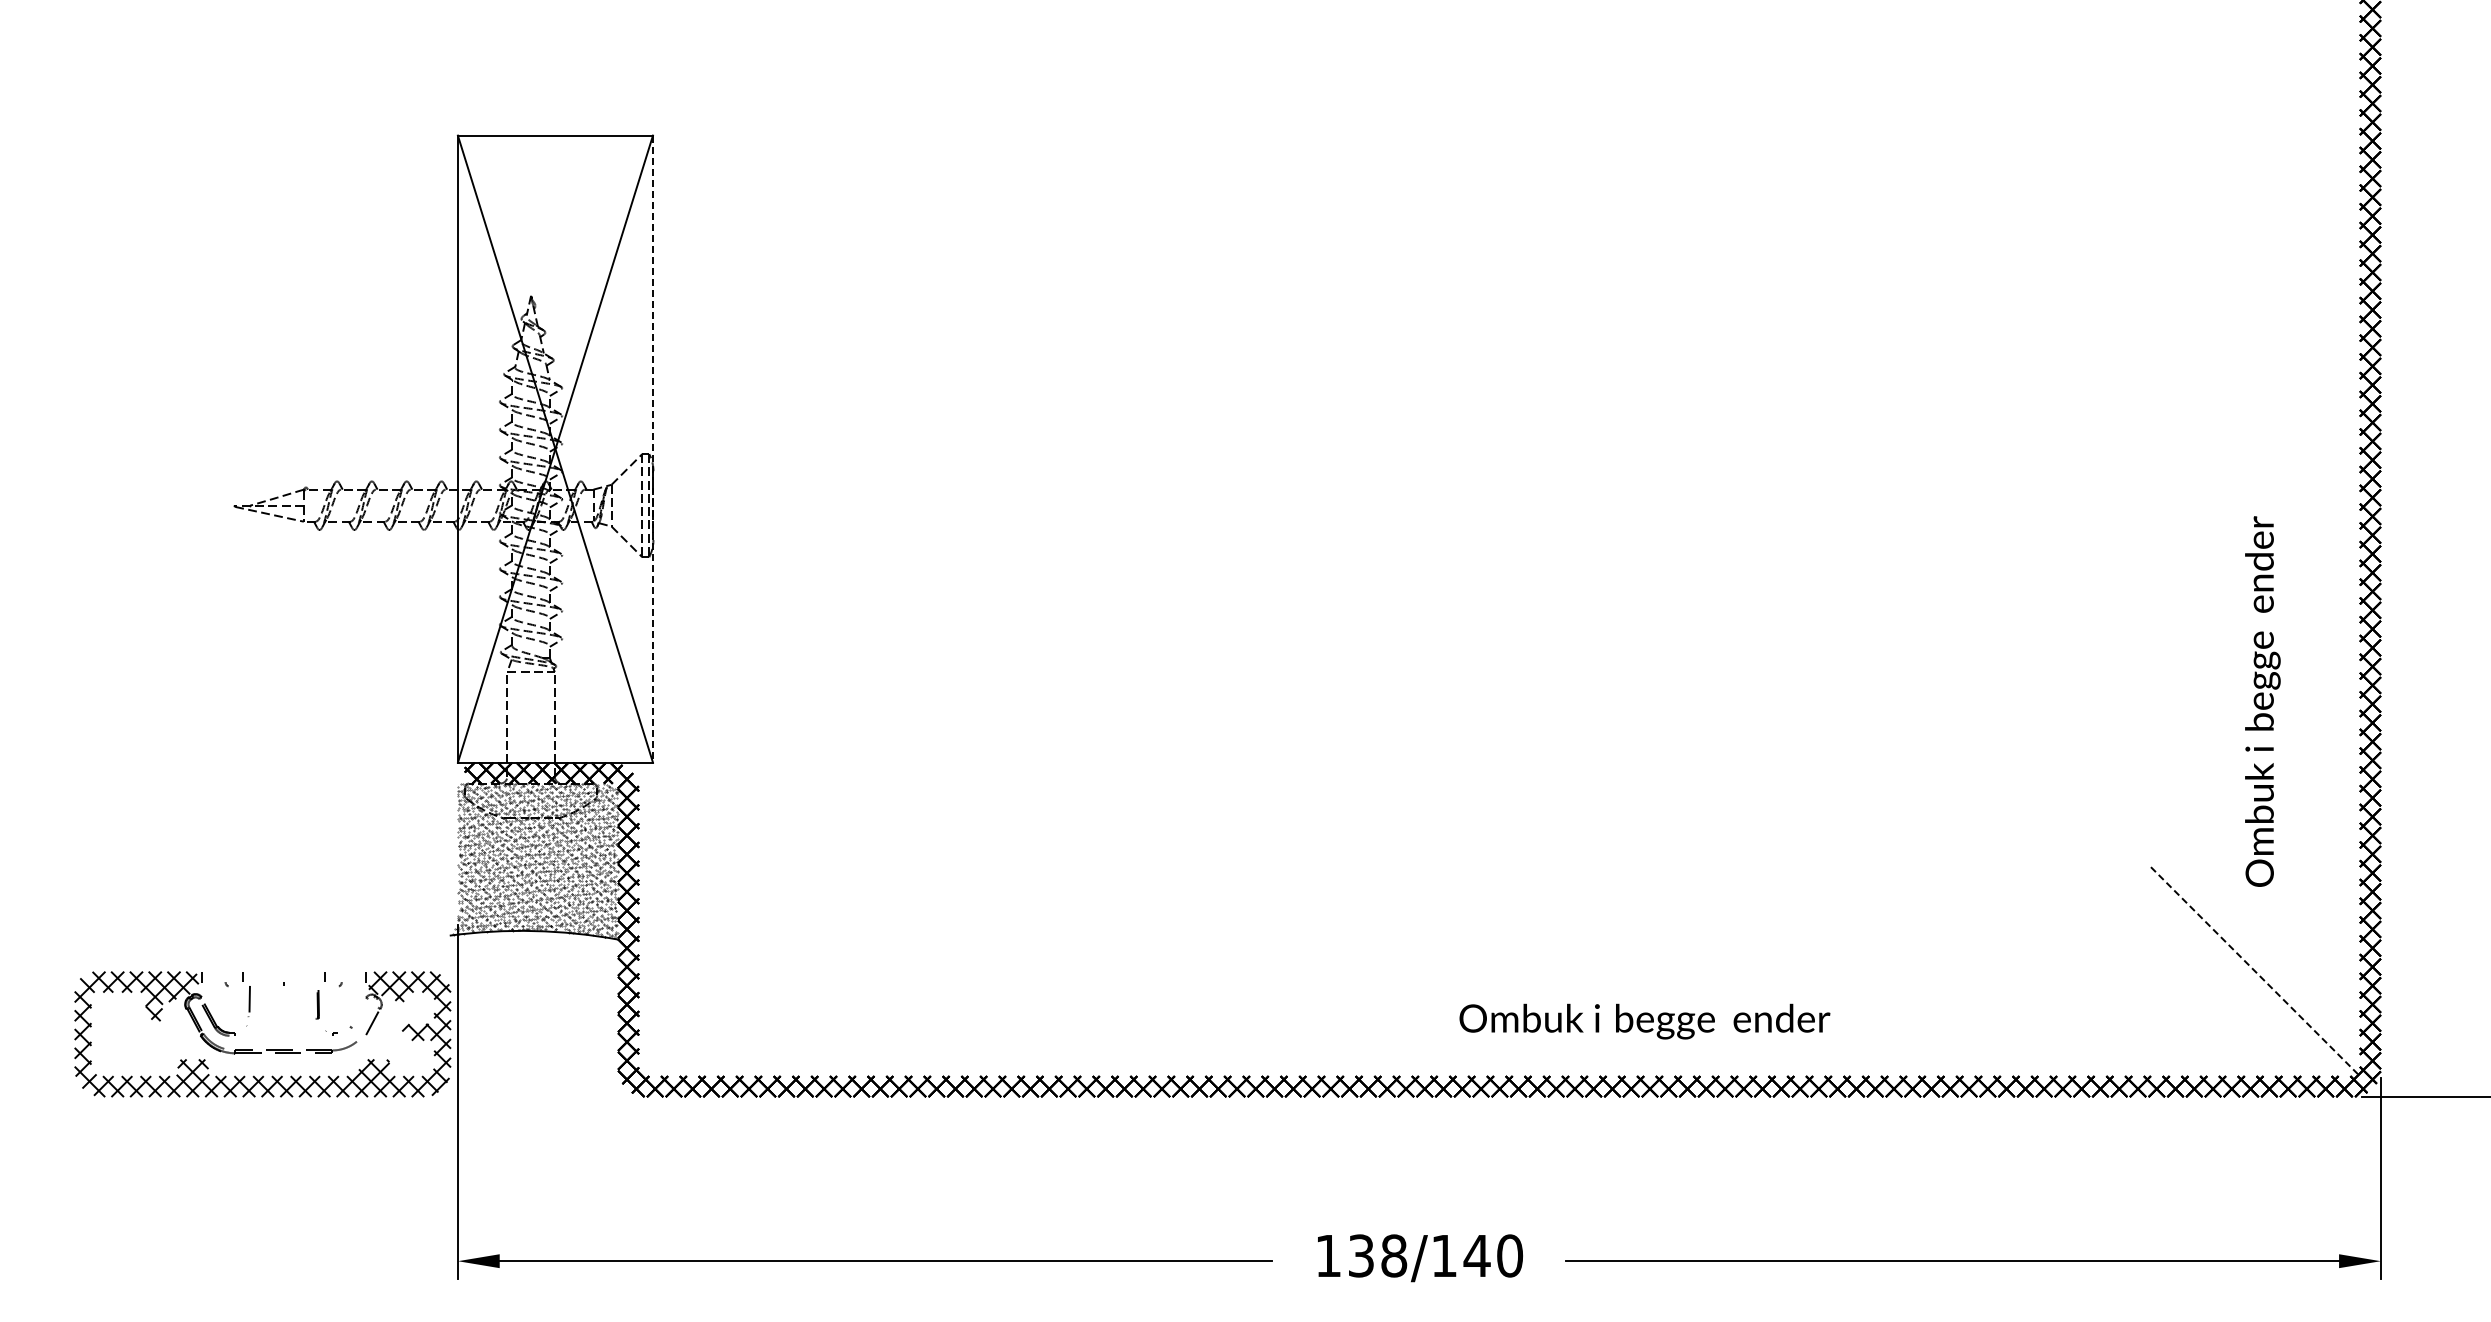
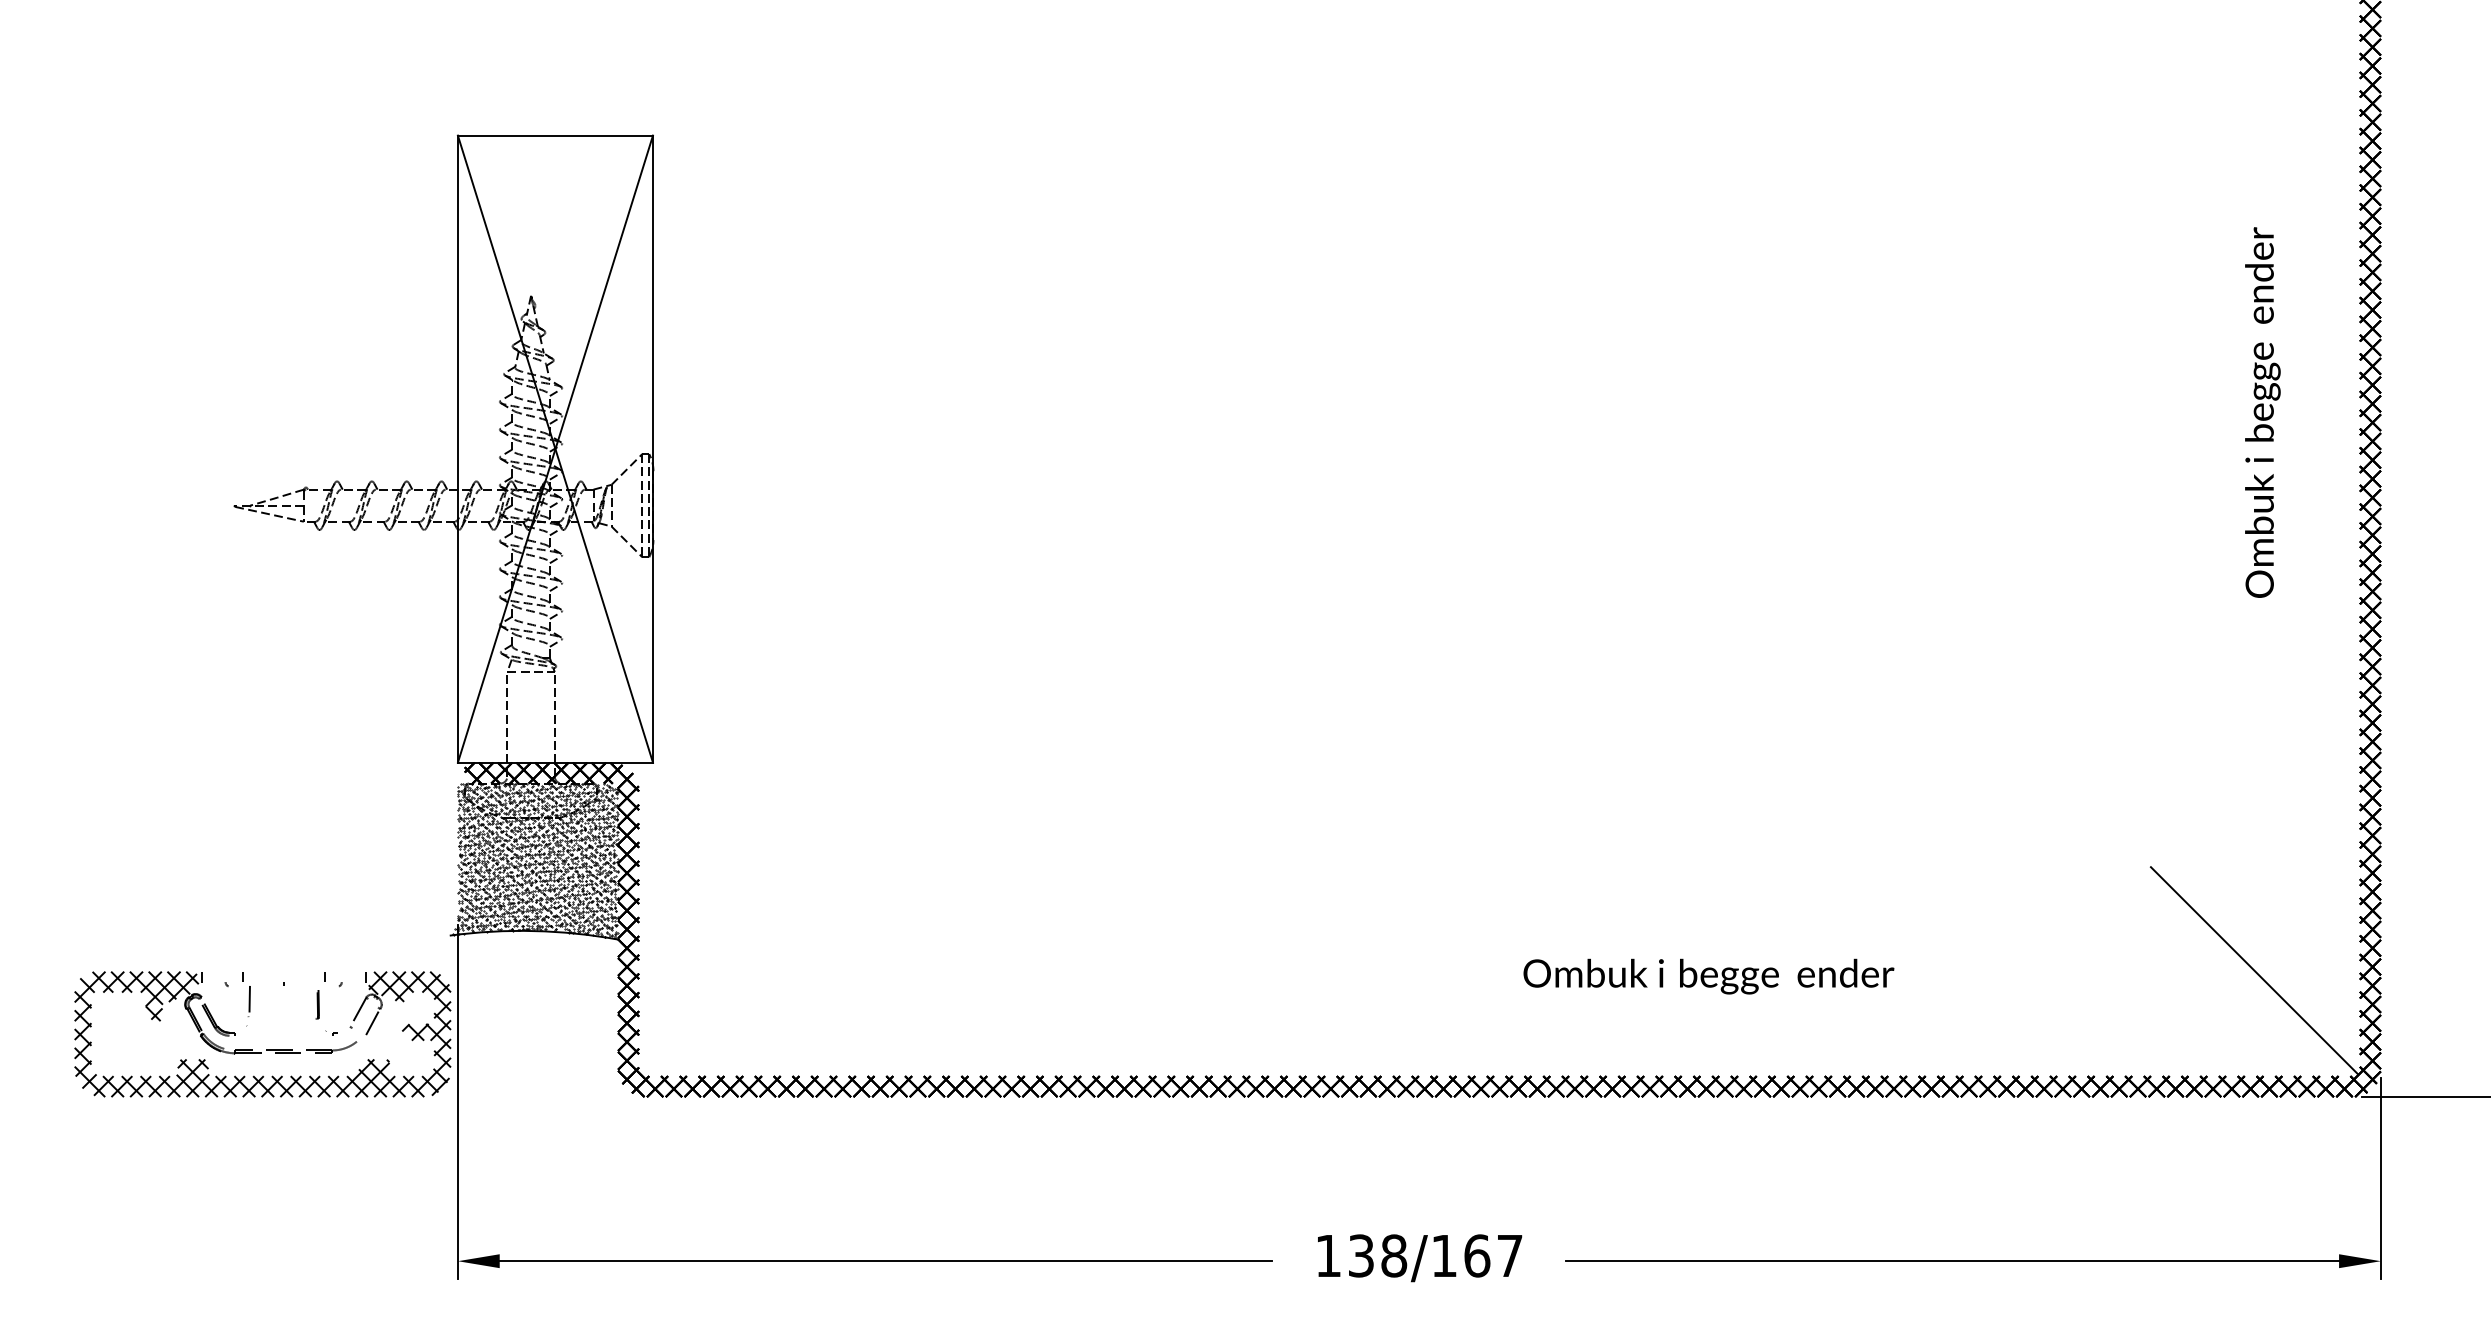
line at (653, 449): dashed -> solid
text at (2262, 701) position: (2262, 701) -> (2262, 412)
hatch at (535, 860): none -> present
line at (2254, 971): dashed -> solid
line at (358, 1011): none -> present
text at (1644, 1021) position: (1644, 1021) -> (1708, 976)
text at (1493, 1255): 138/140 -> 138/167
